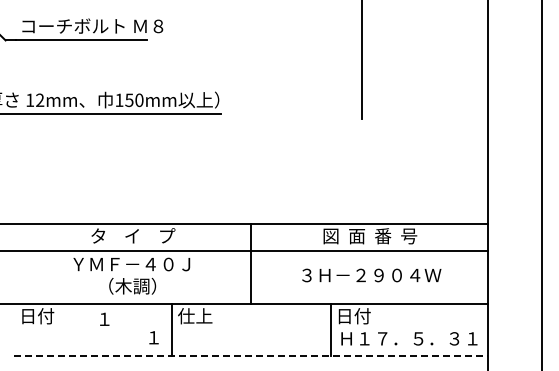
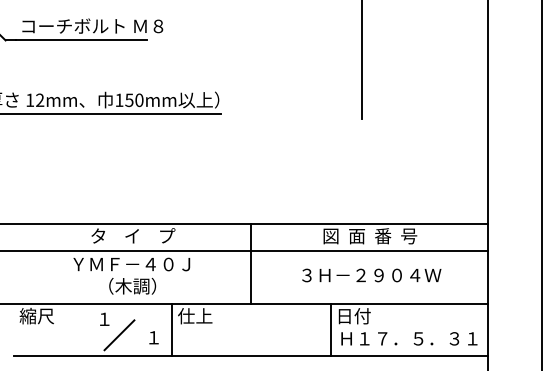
text at (36, 315): 日付 -> 縮尺
line at (119, 335): none -> present
line at (251, 356): dashed -> solid
